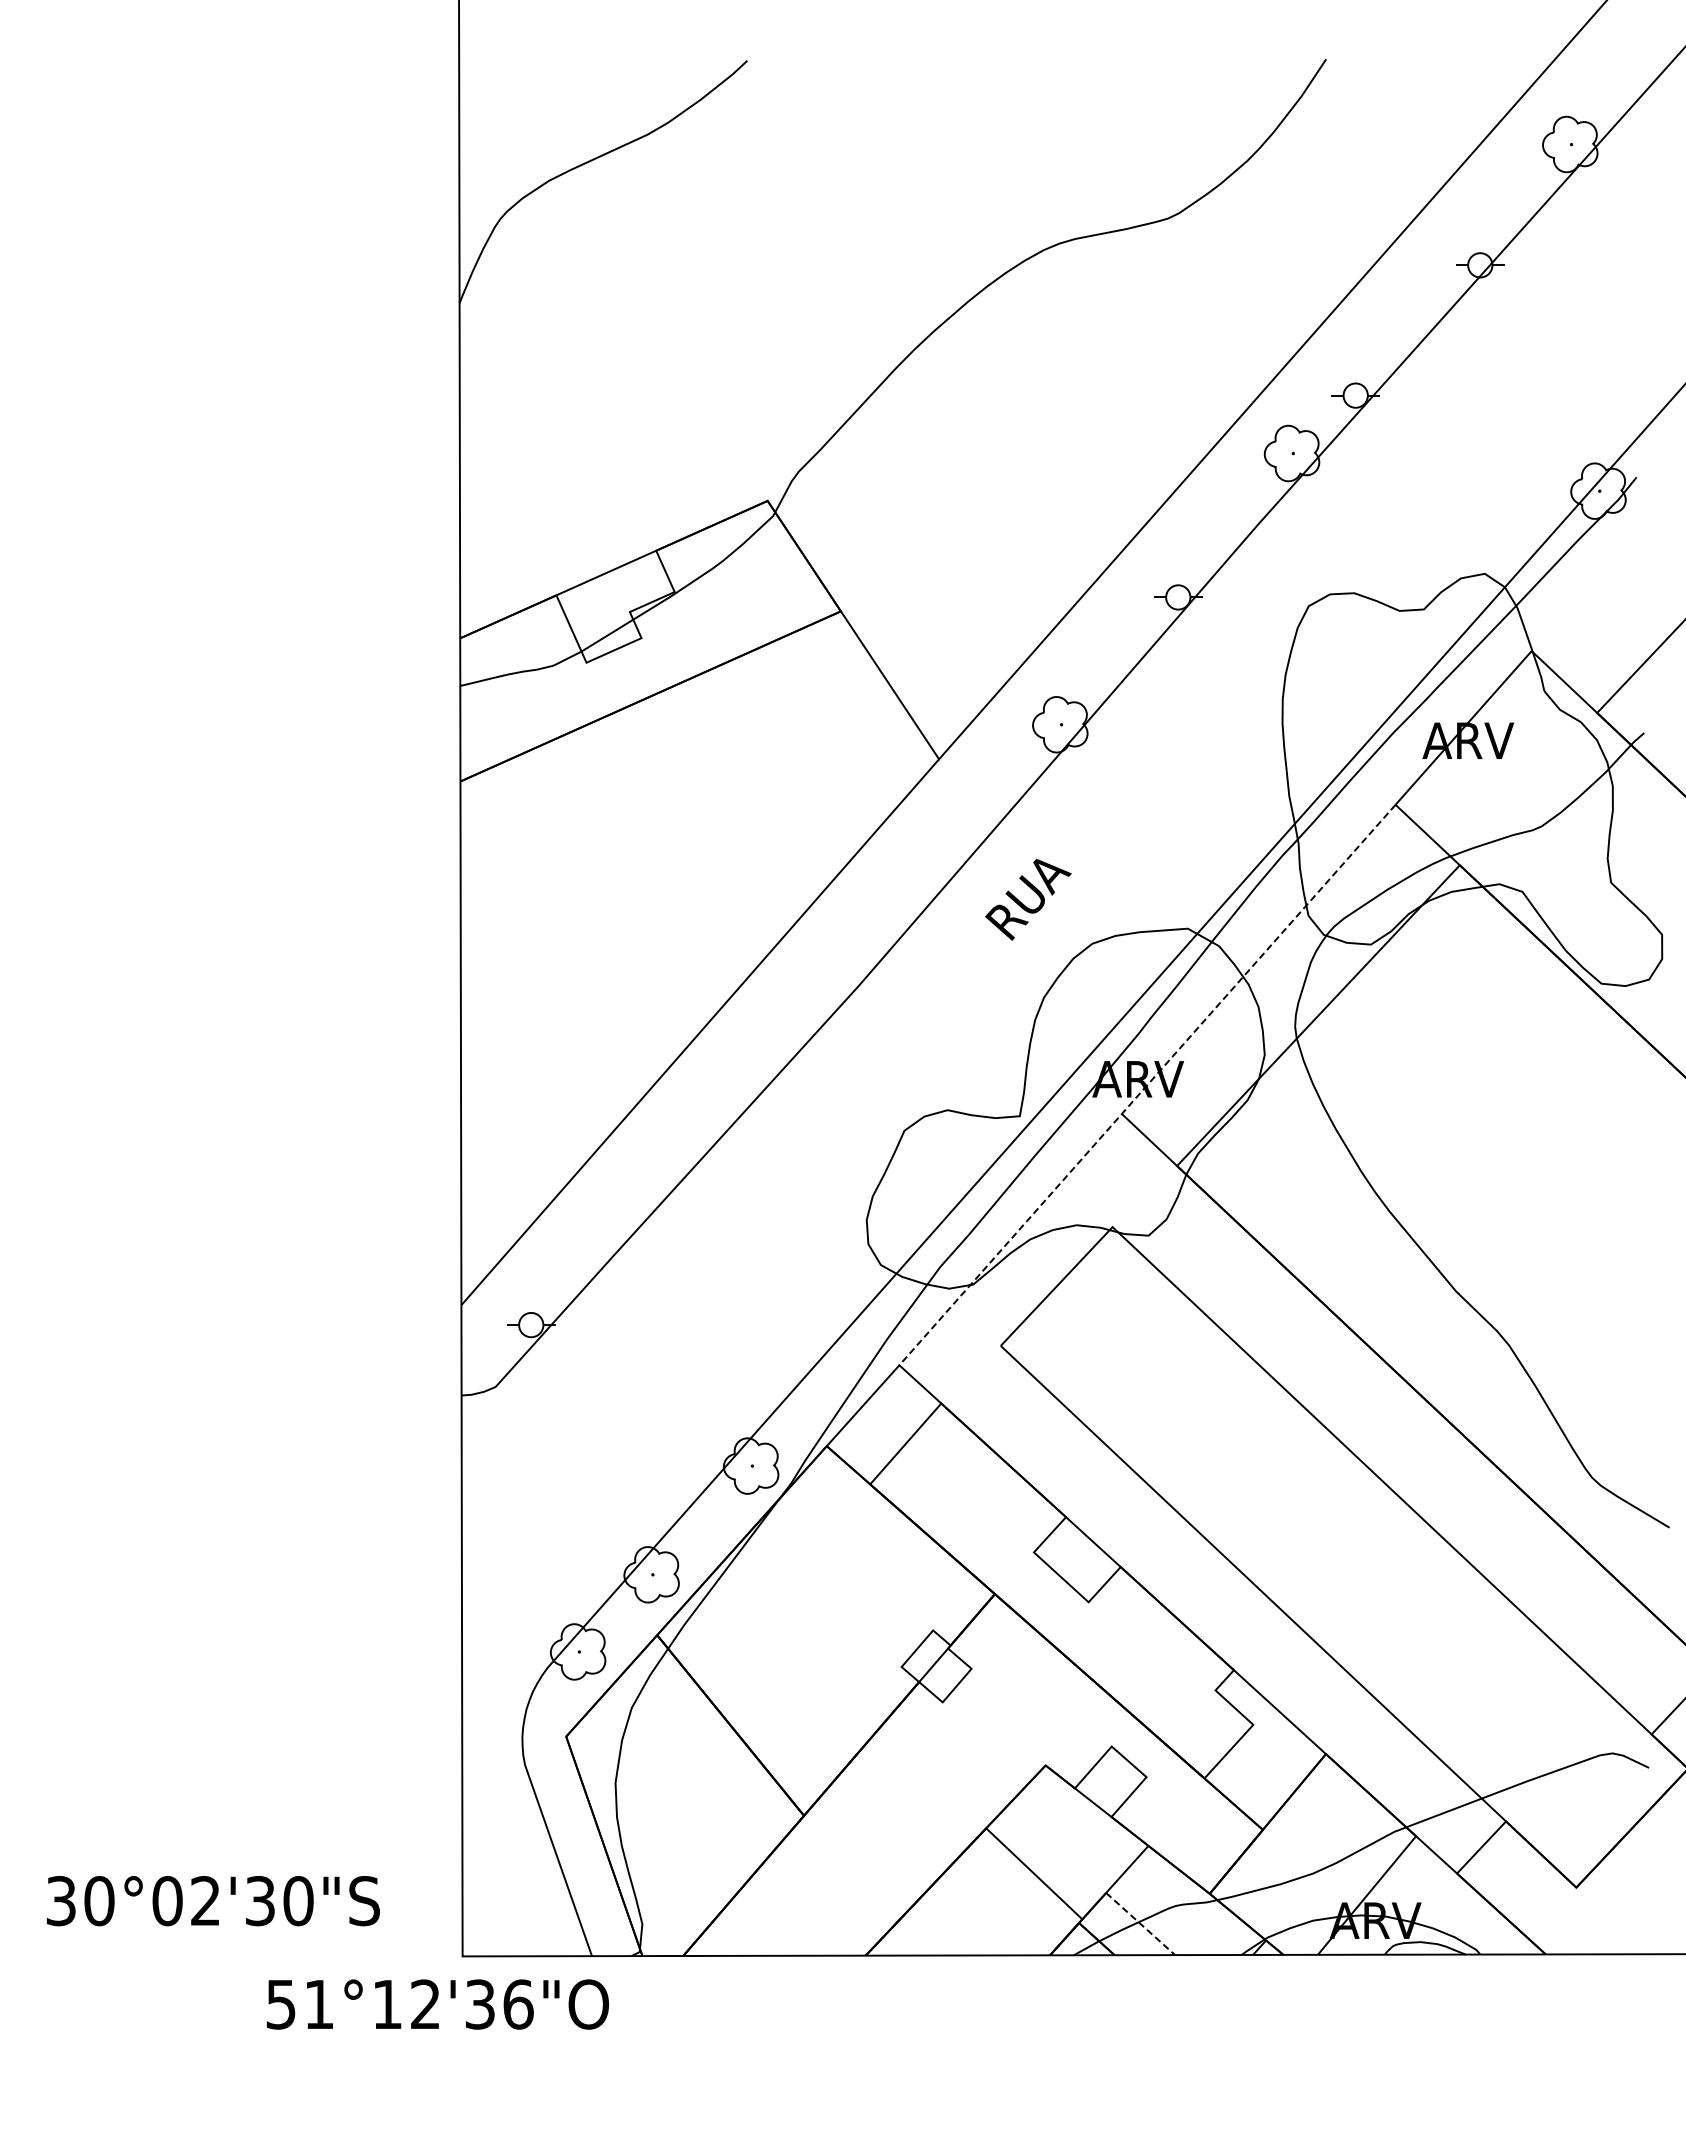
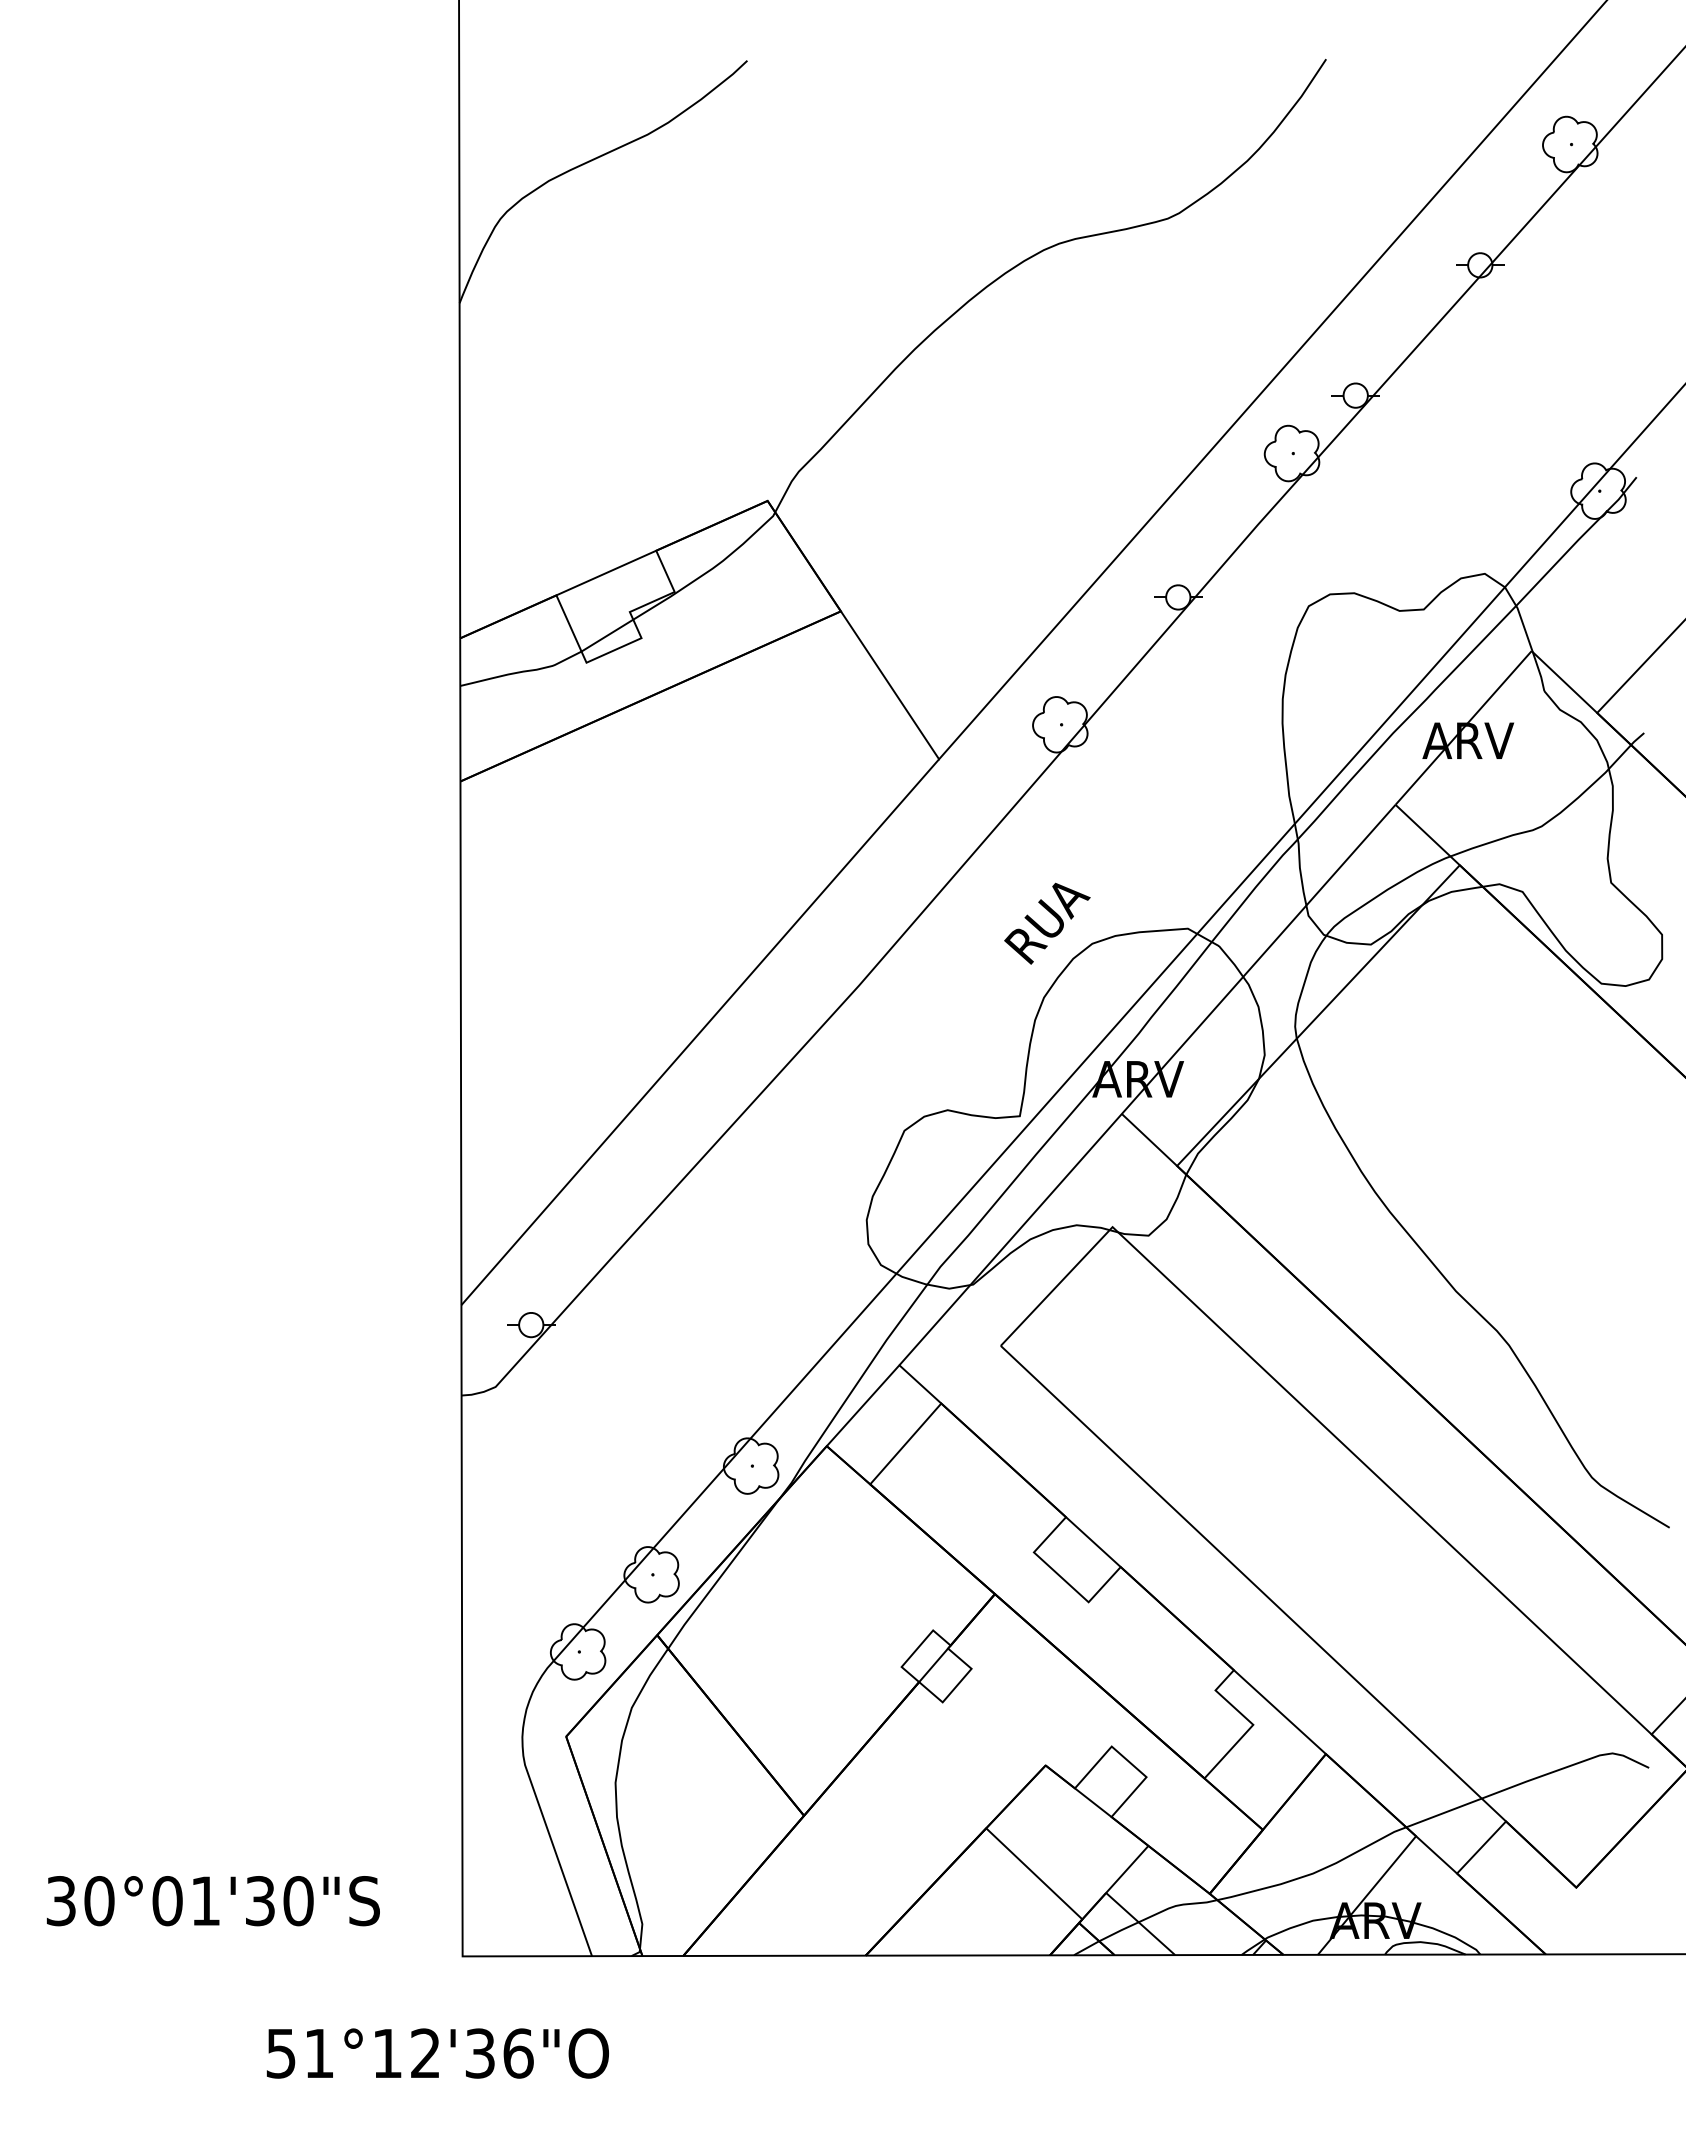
text at (1028, 899) position: (1028, 899) -> (1047, 923)
line at (1147, 1085): dashed -> solid
text at (205, 1900): 30°02'30"S -> 30°01'30"S
line at (1141, 1924): dashed -> solid
text at (437, 2004) position: (437, 2004) -> (437, 2053)
